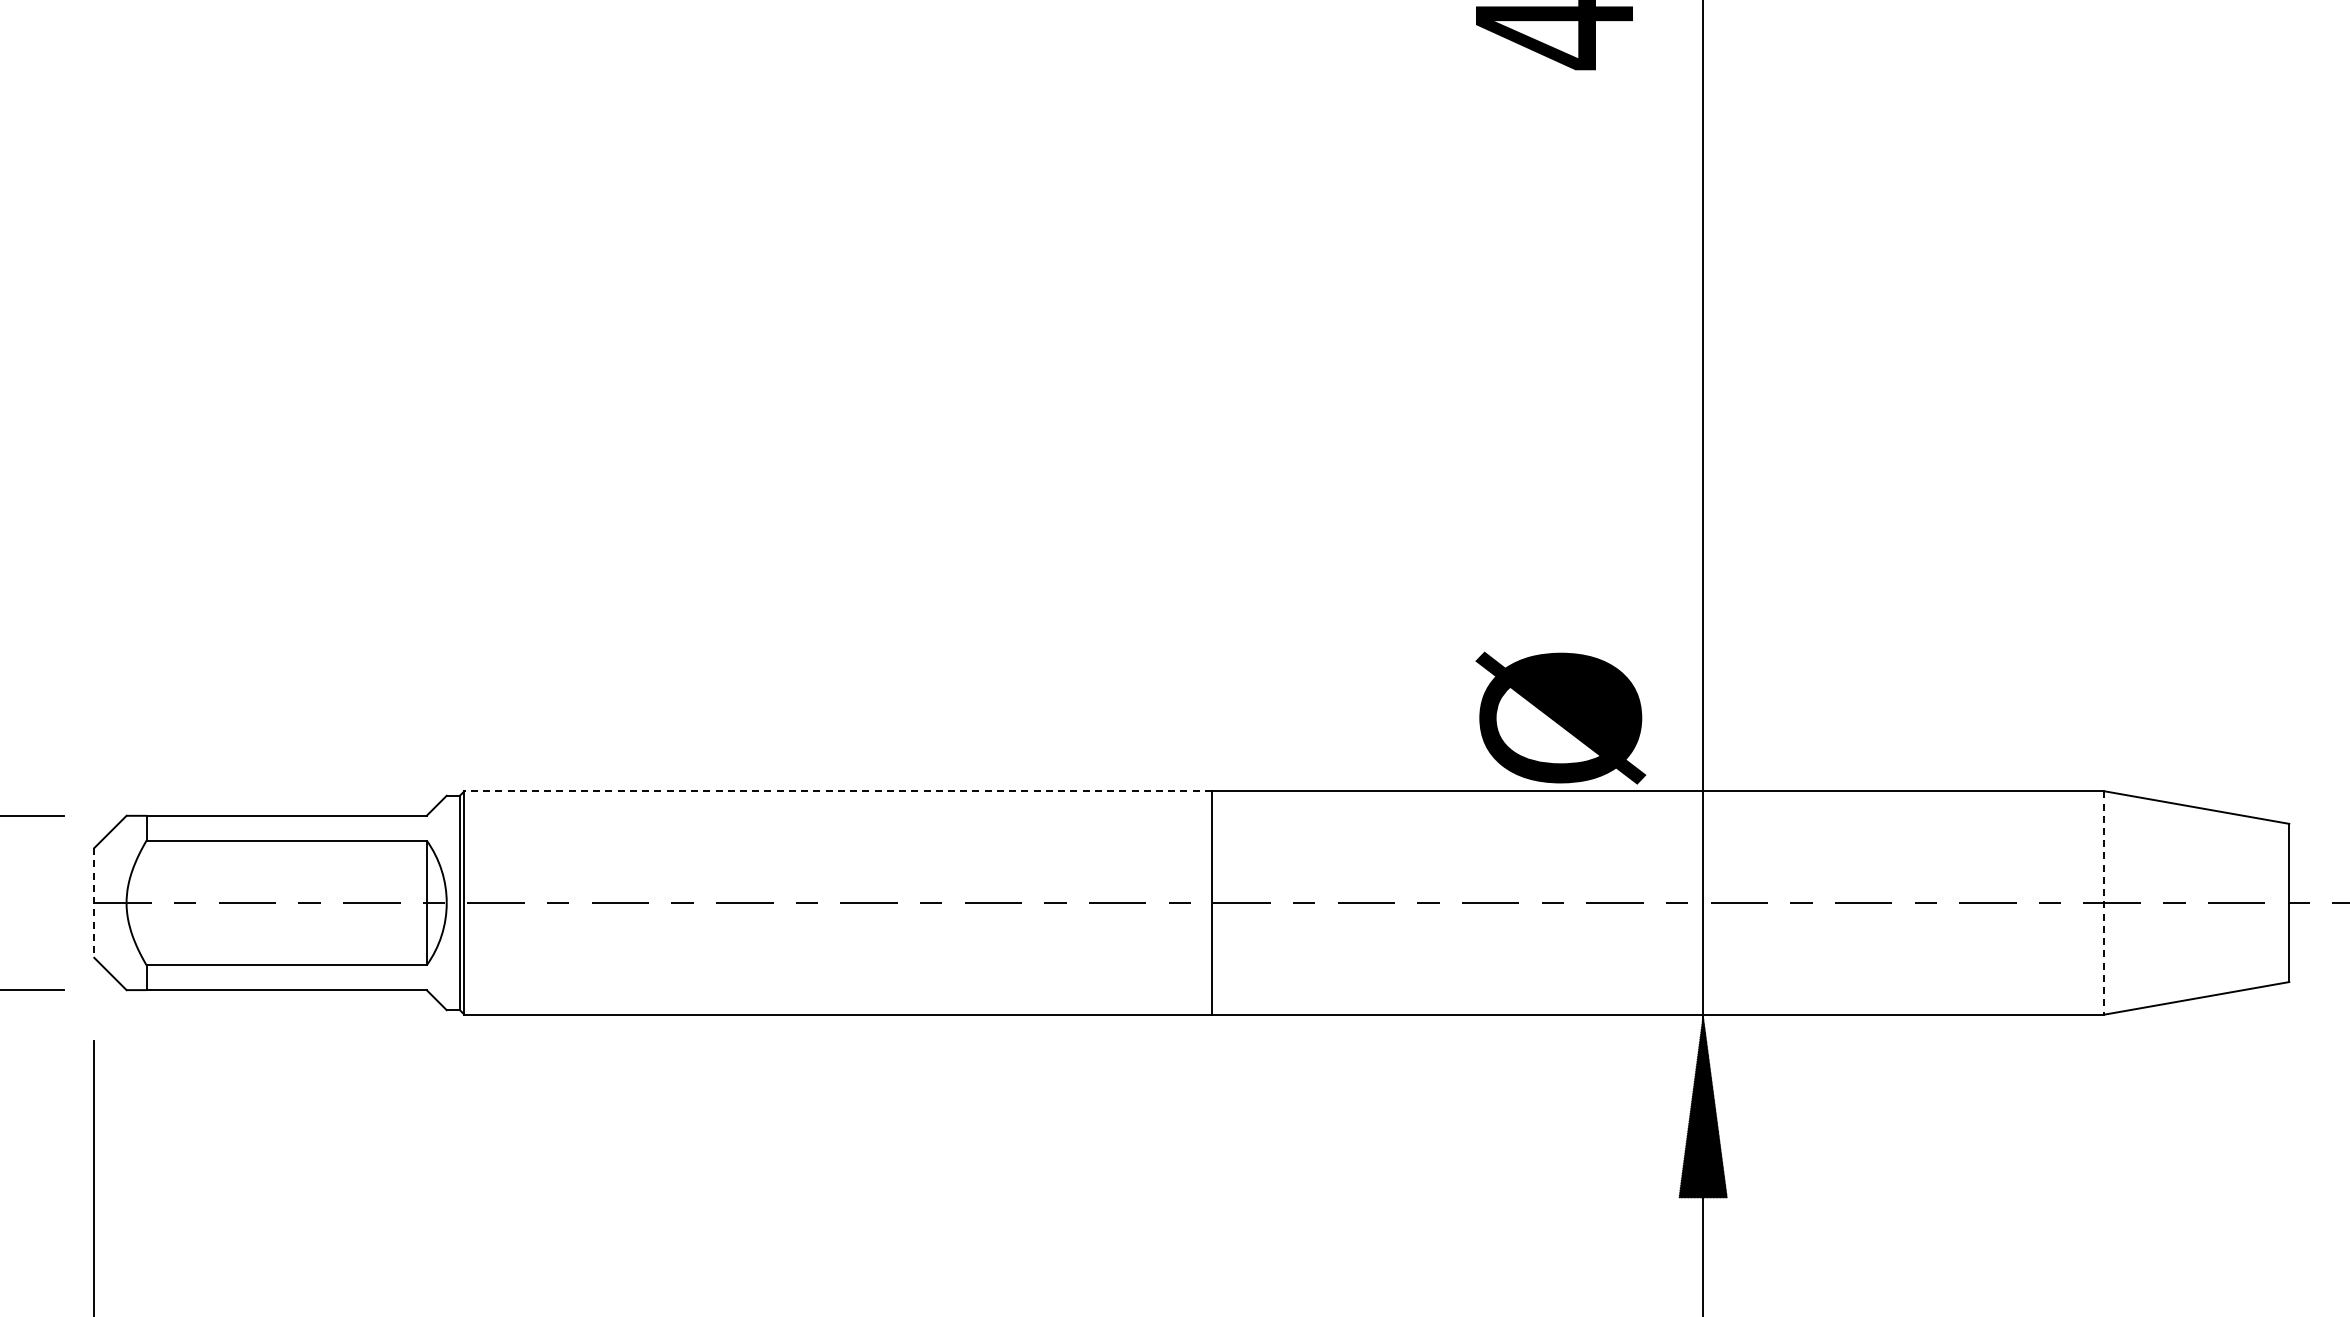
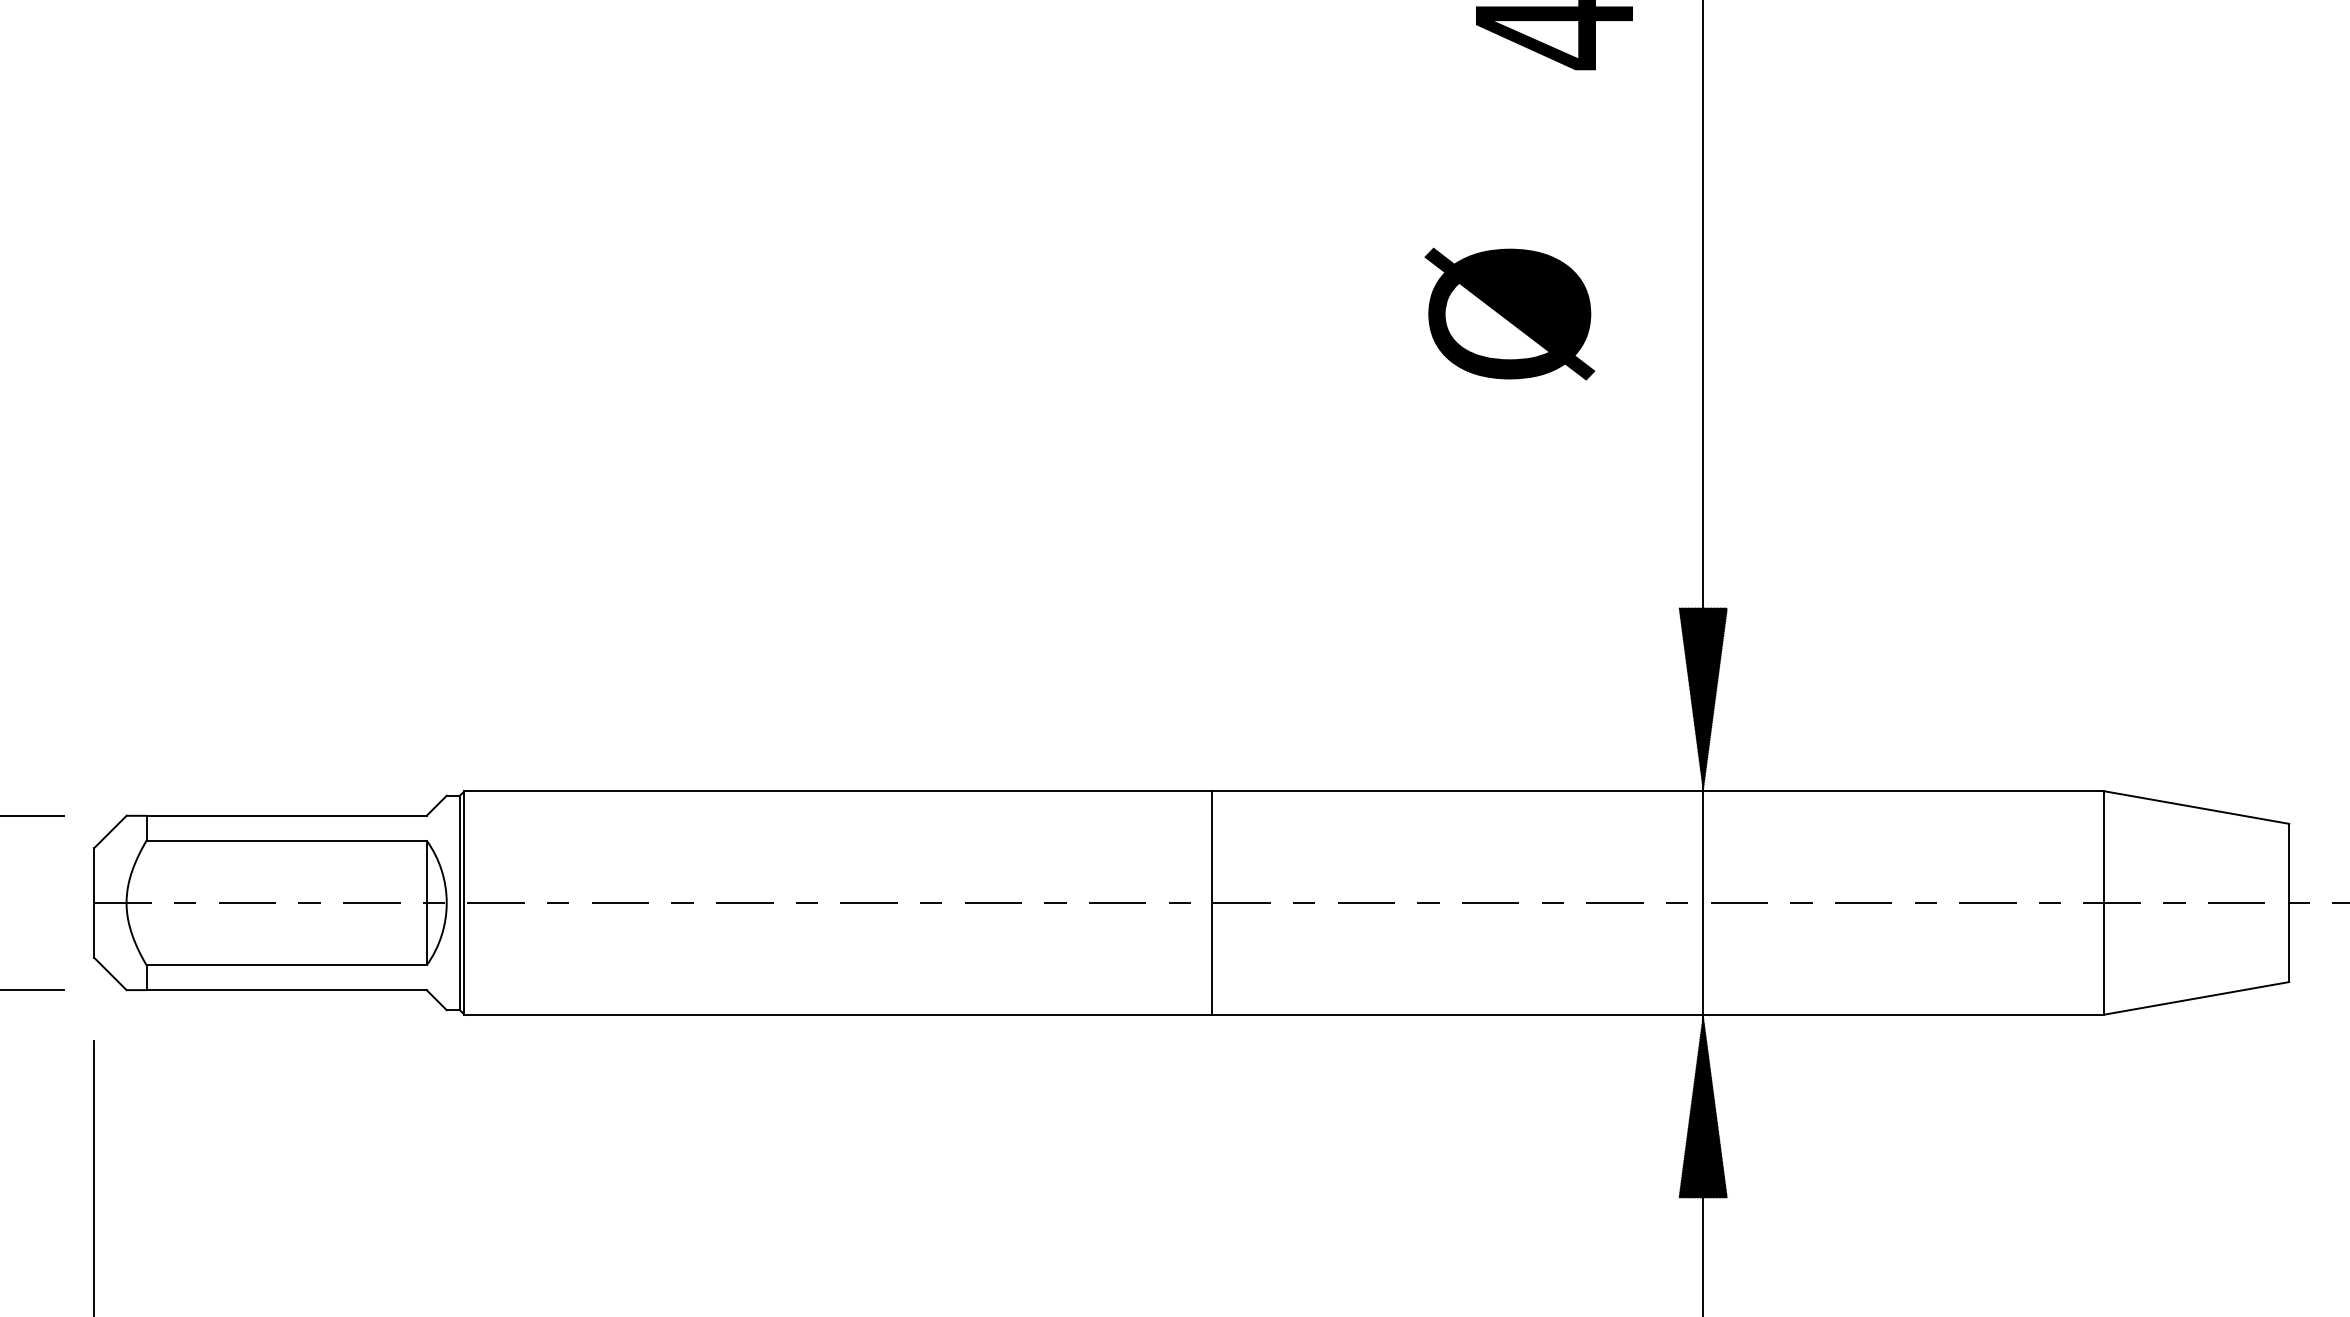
hatch at (1703, 699): none -> present
text at (1560, 717) position: (1560, 717) -> (1509, 313)
line at (838, 791): dashed -> solid
line at (94, 902): dashed -> solid
line at (2104, 902): dashed -> solid
